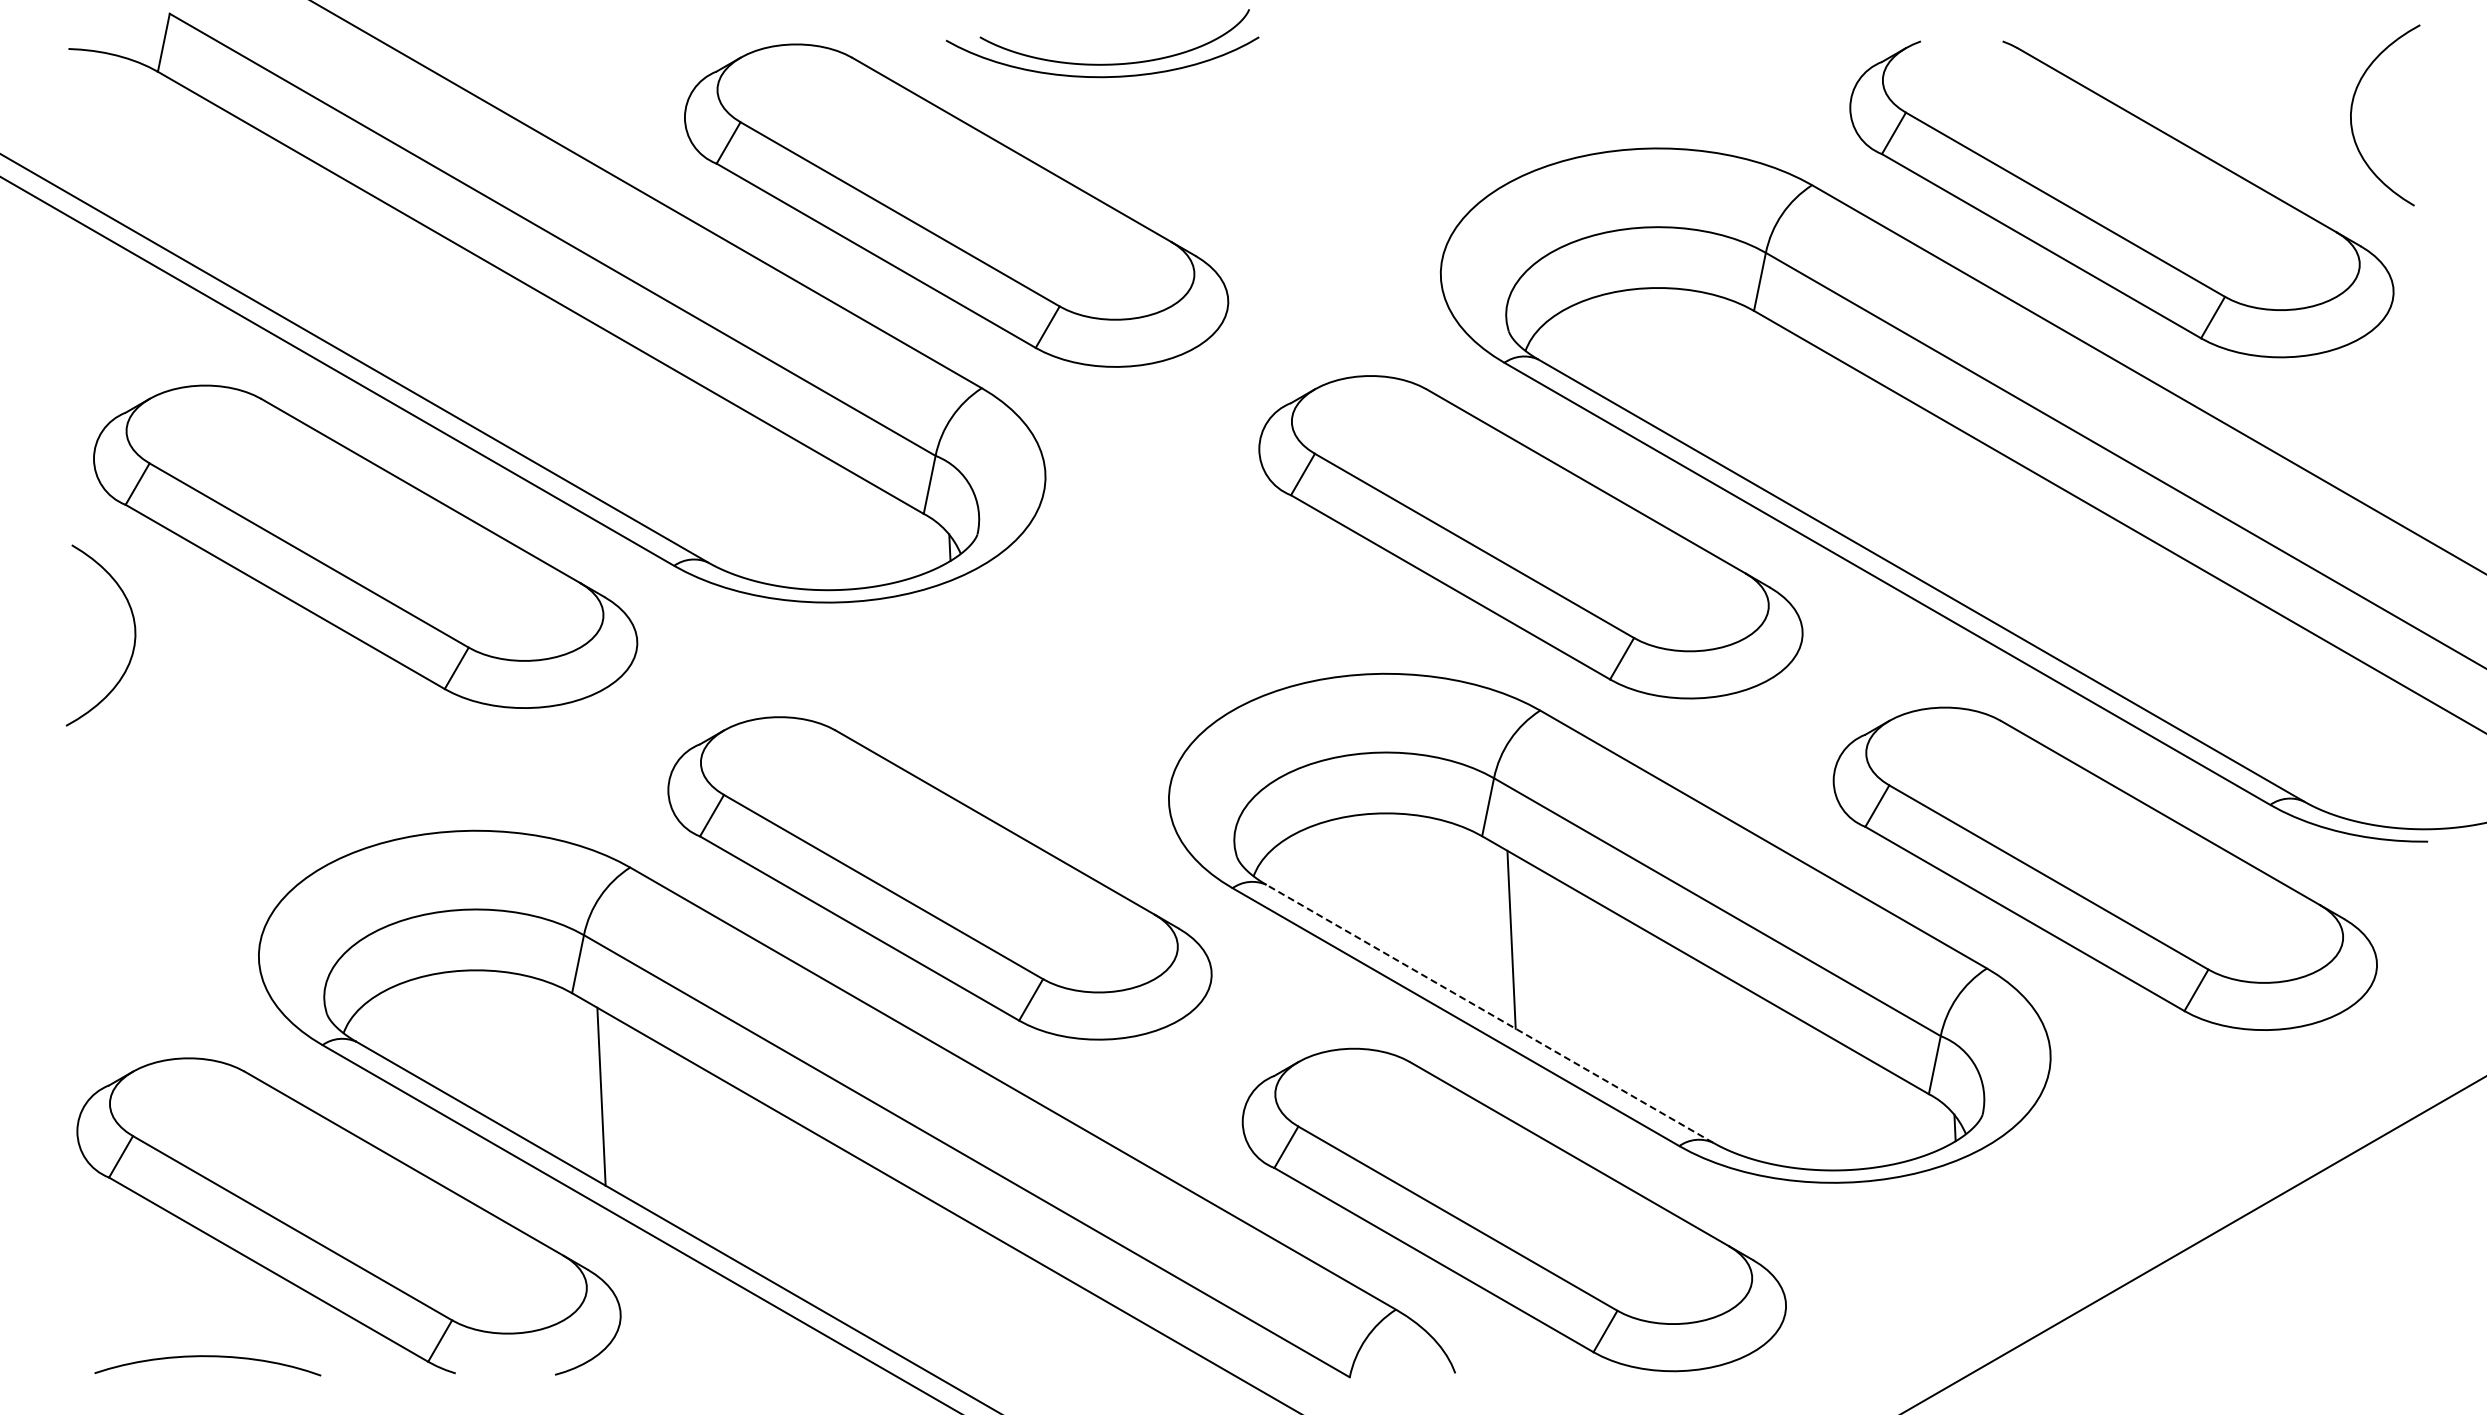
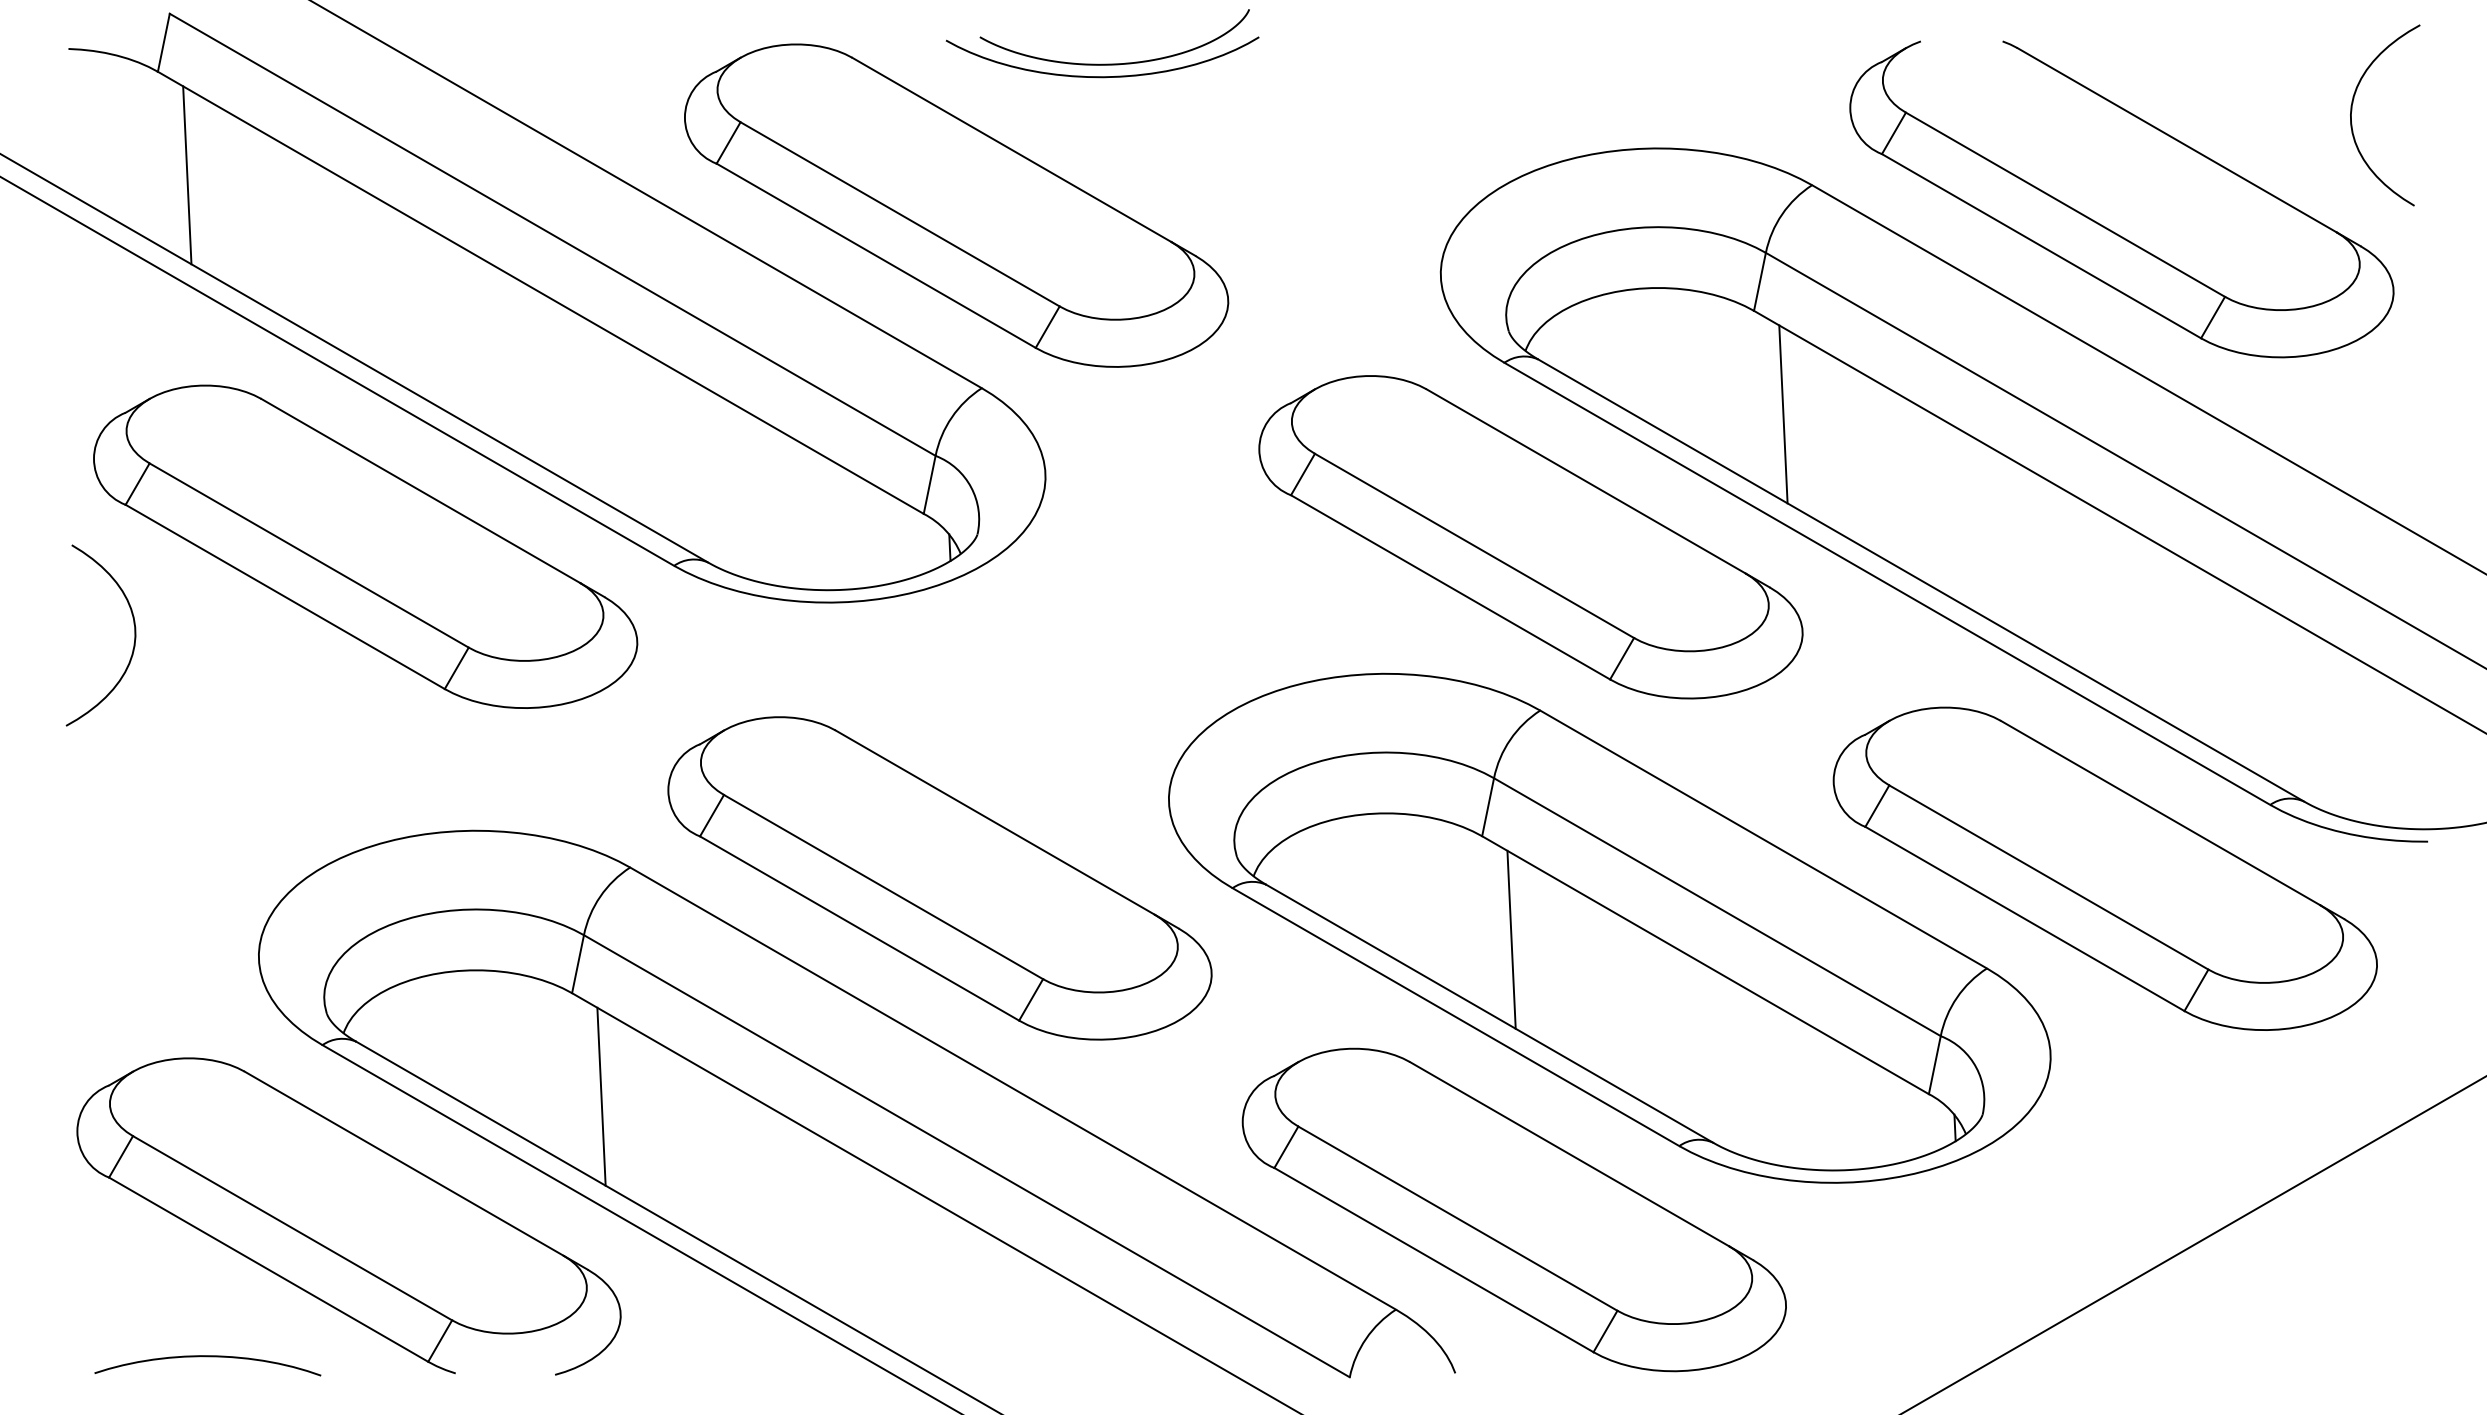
line at (187, 175): none -> present
line at (1783, 414): none -> present
line at (1489, 1013): dashed -> solid
